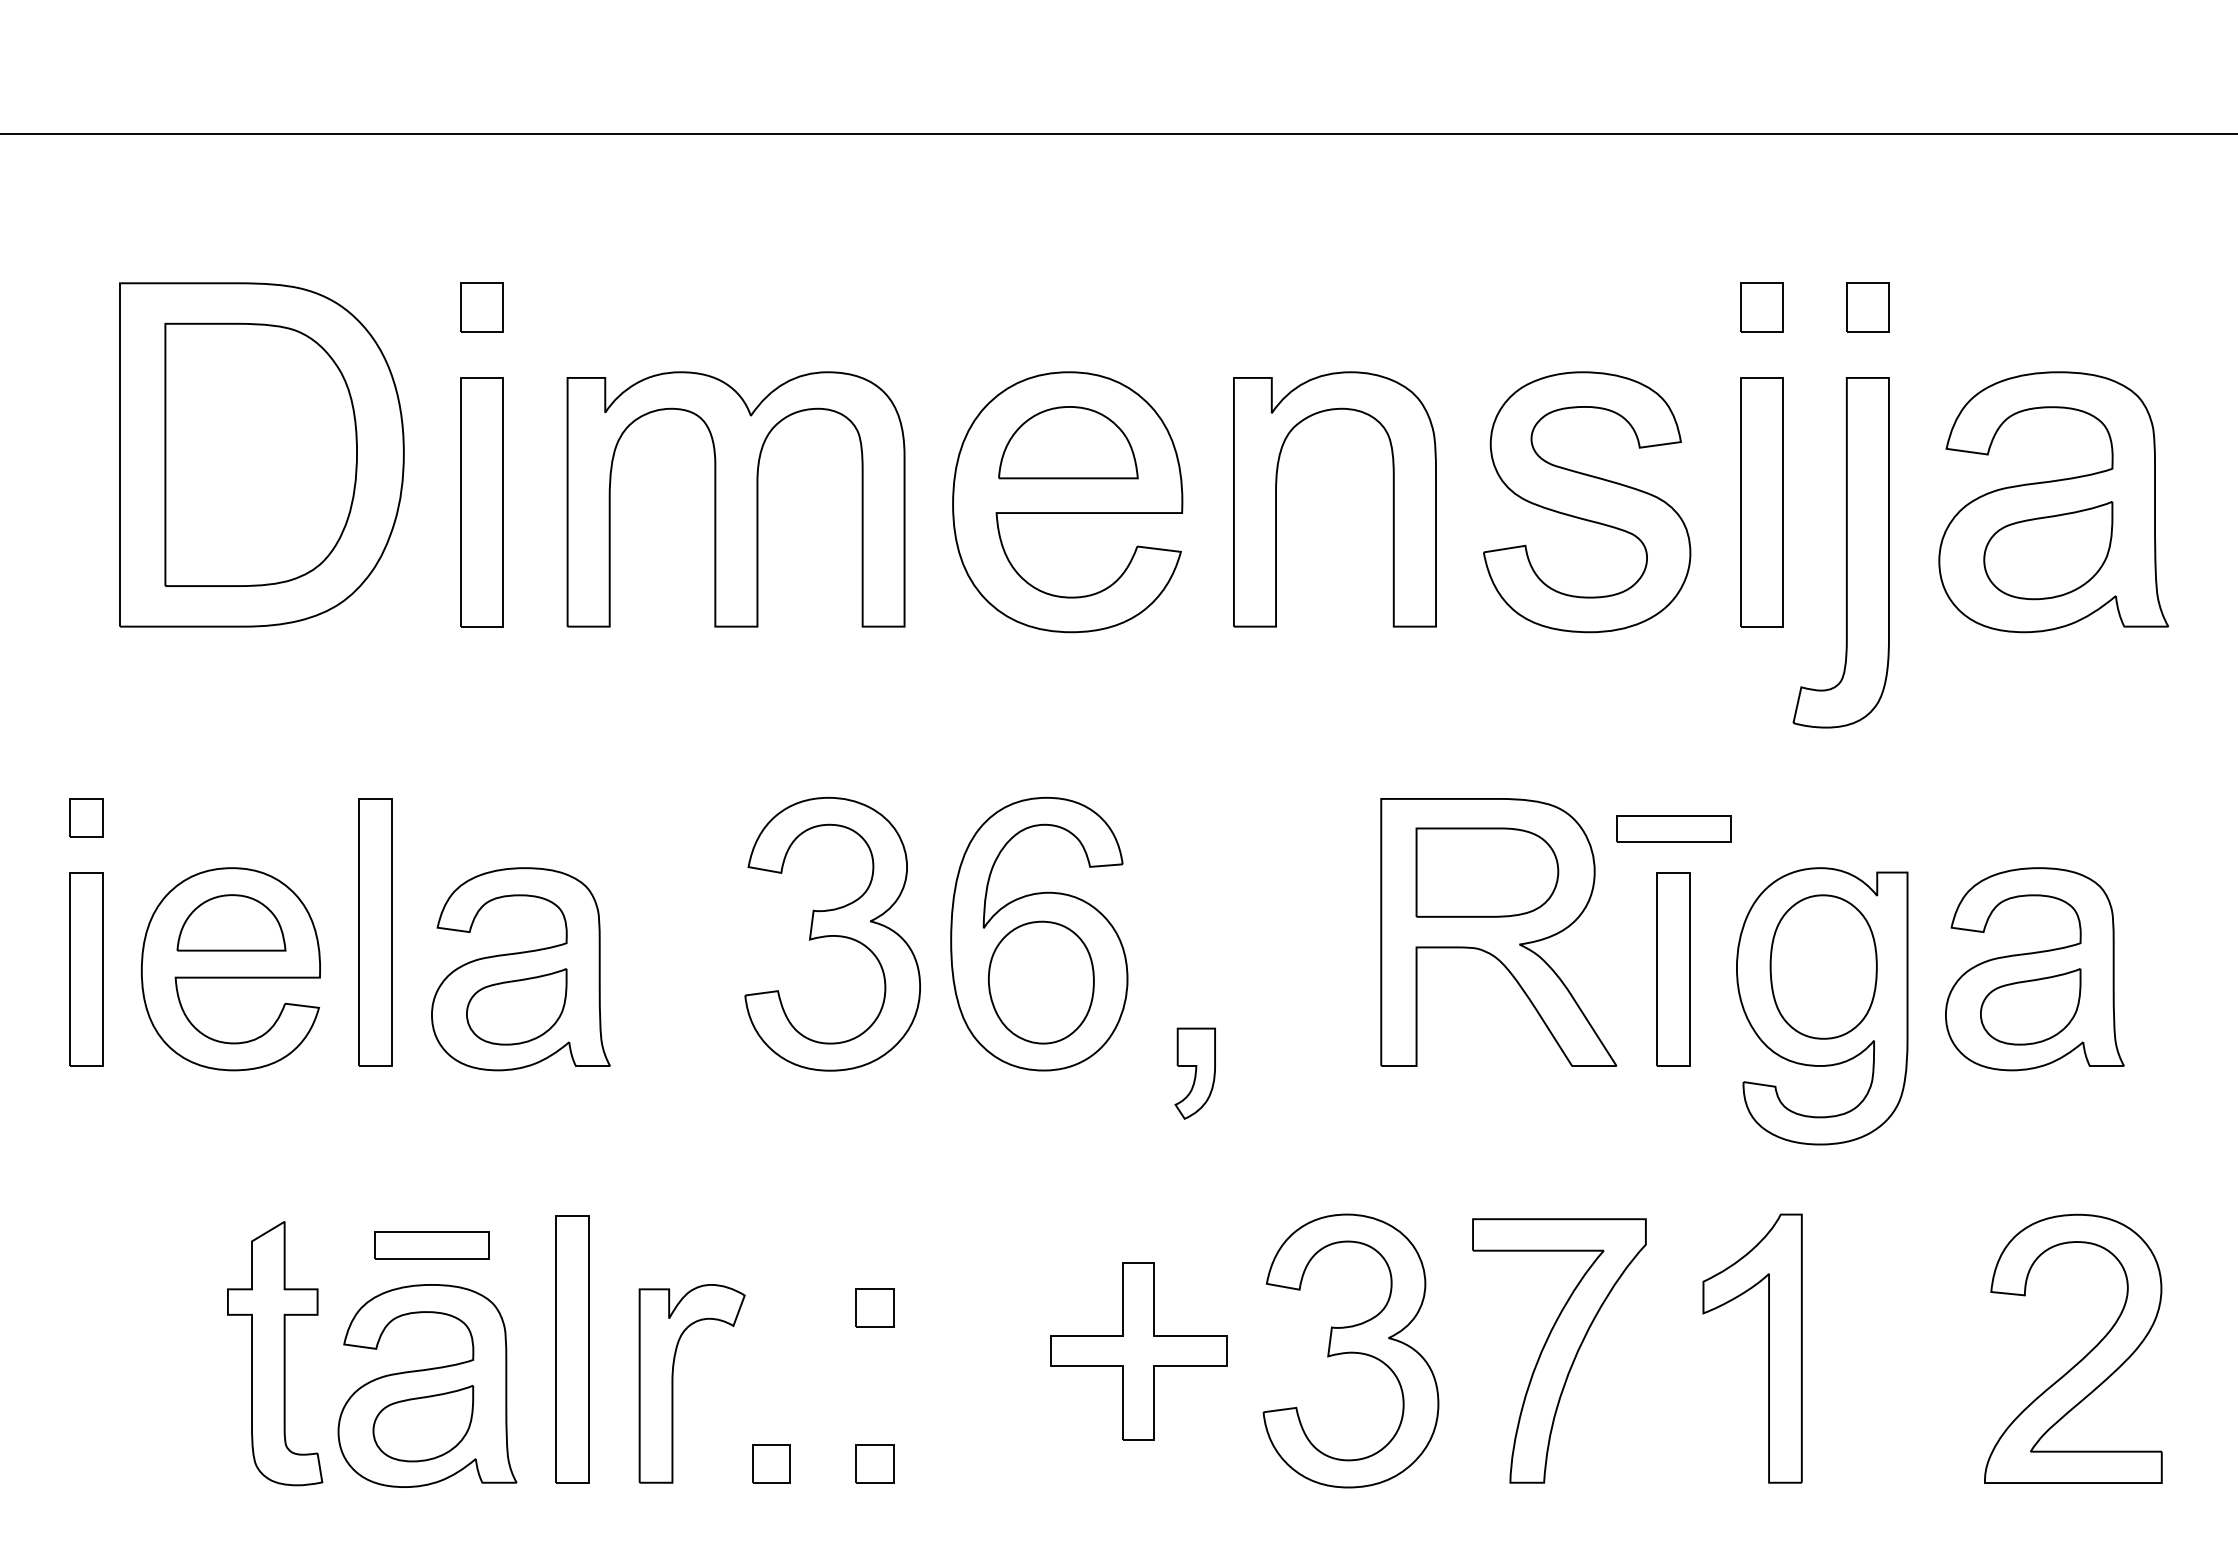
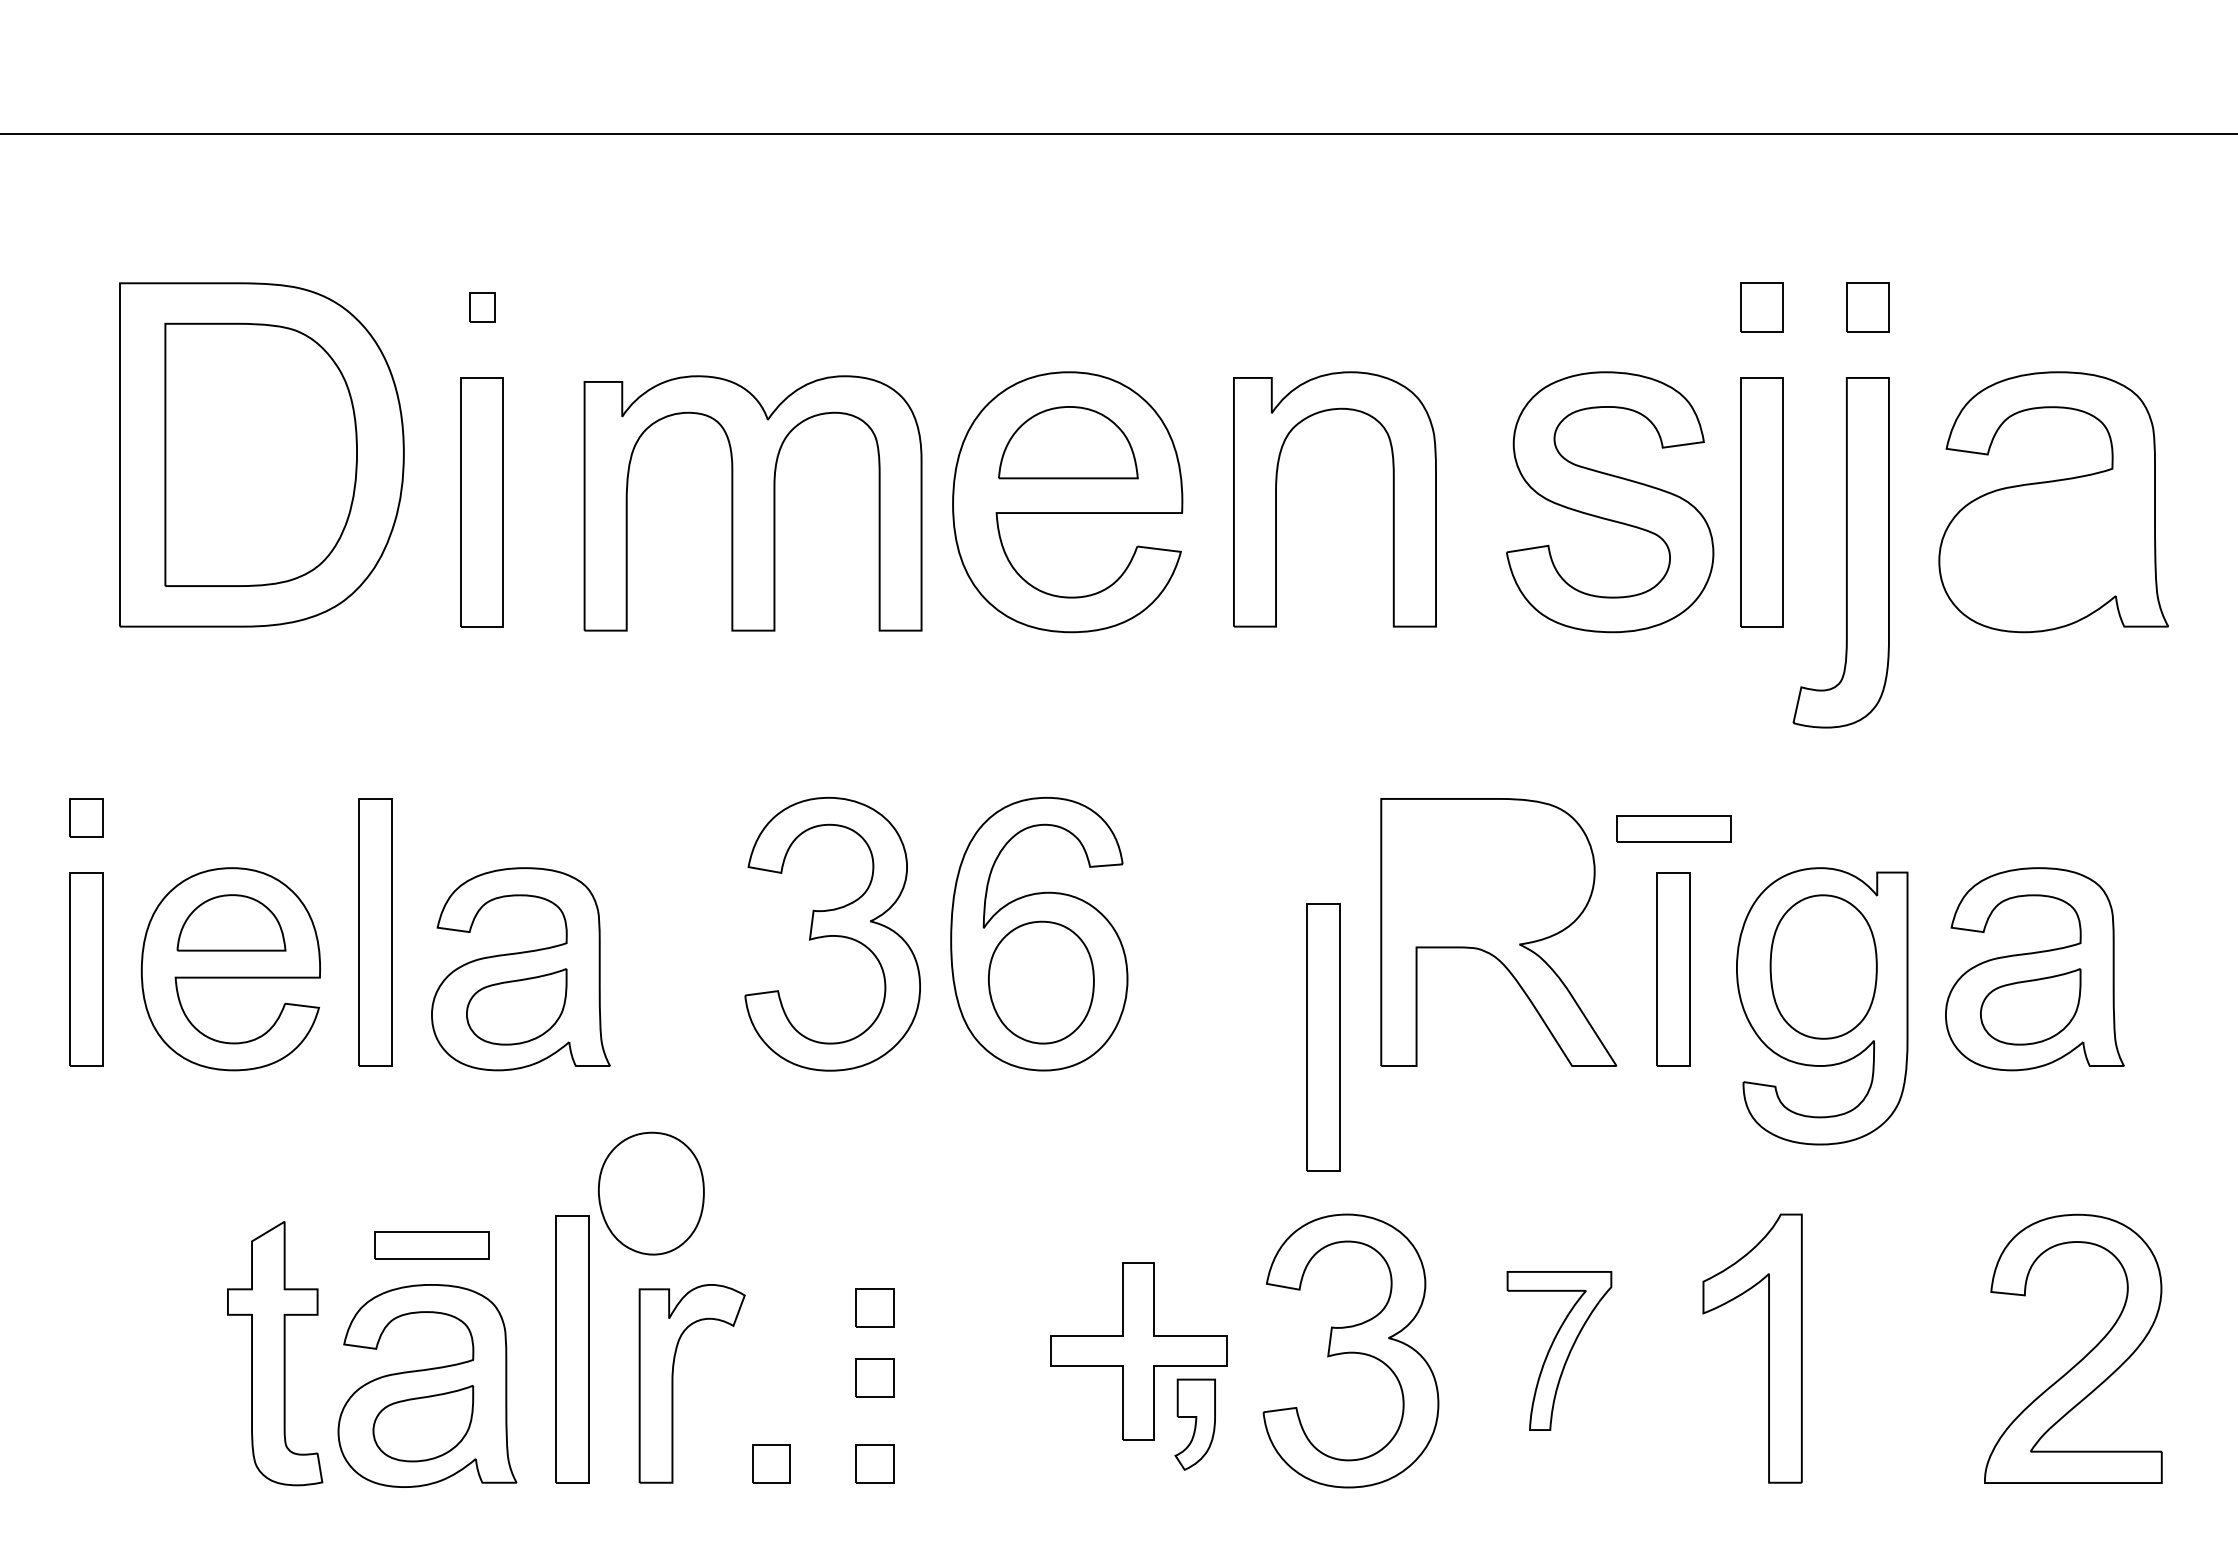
part at (481, 307) size: 44x51 px -> 27x31 px
part at (735, 499) position: (735, 499) -> (752, 503)
part at (1587, 502) position: (1587, 502) -> (1610, 502)
part at (2048, 550): present -> none
part at (1487, 872): present -> none
part at (1323, 1037): none -> present
part at (1194, 1073) position: (1194, 1073) -> (1194, 1424)
part at (651, 1193): none -> present
part at (1559, 1350) size: 175x266 px -> 107x160 px
part at (874, 1377): none -> present
